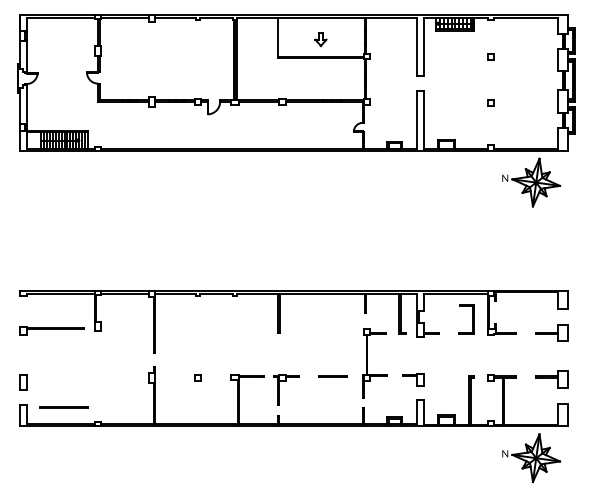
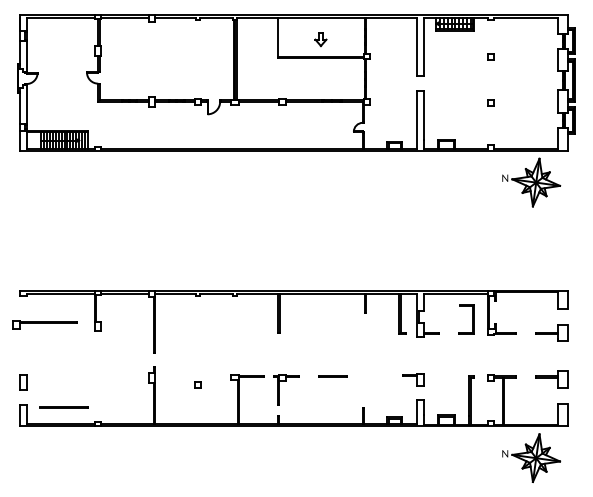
part at (51, 330) position: (51, 330) -> (44, 324)
part at (367, 363): present -> none
part at (197, 377) position: (197, 377) -> (197, 384)
